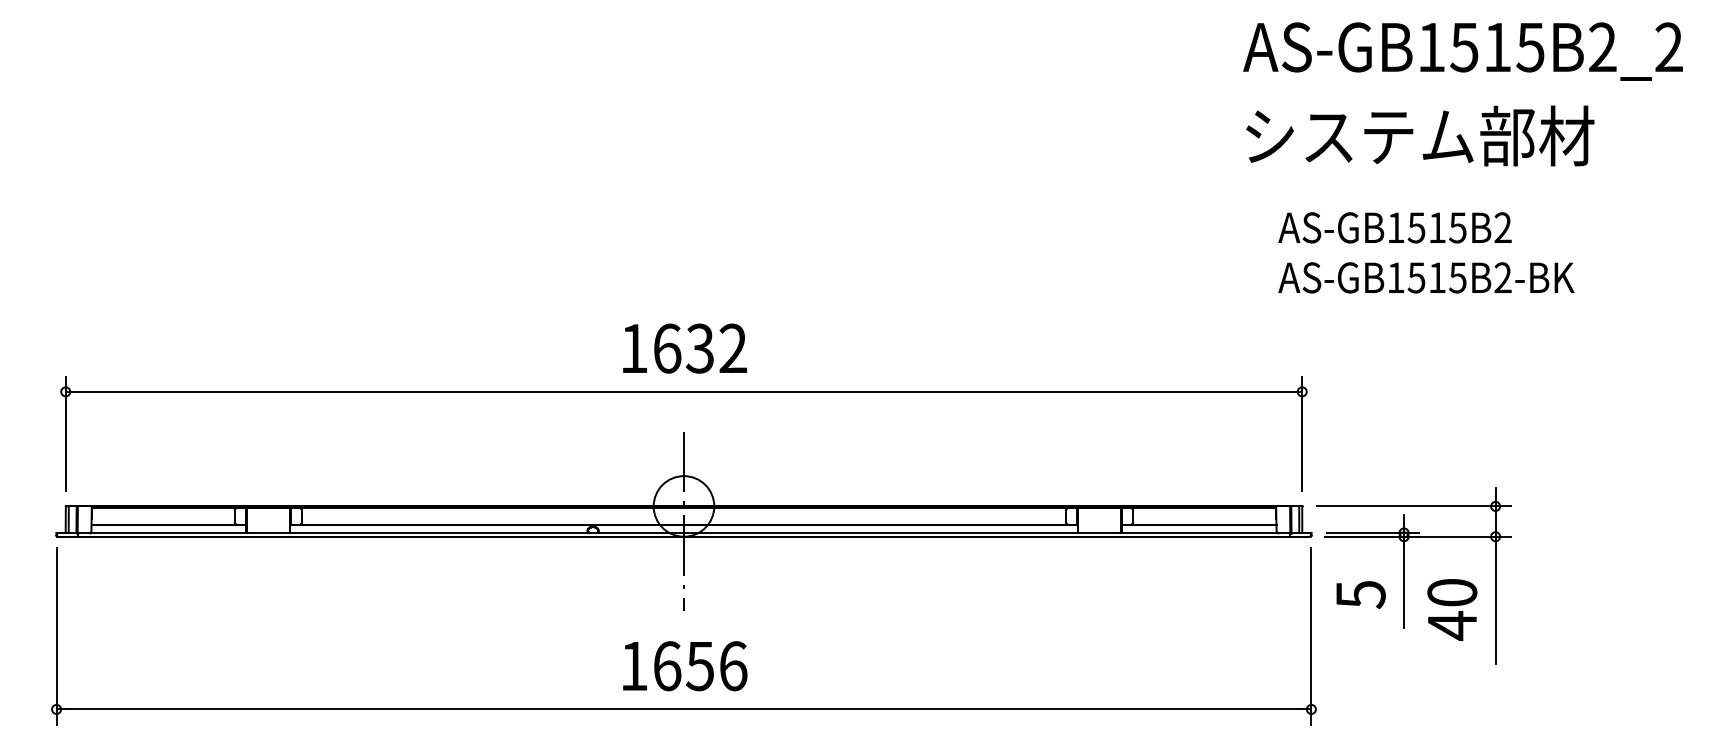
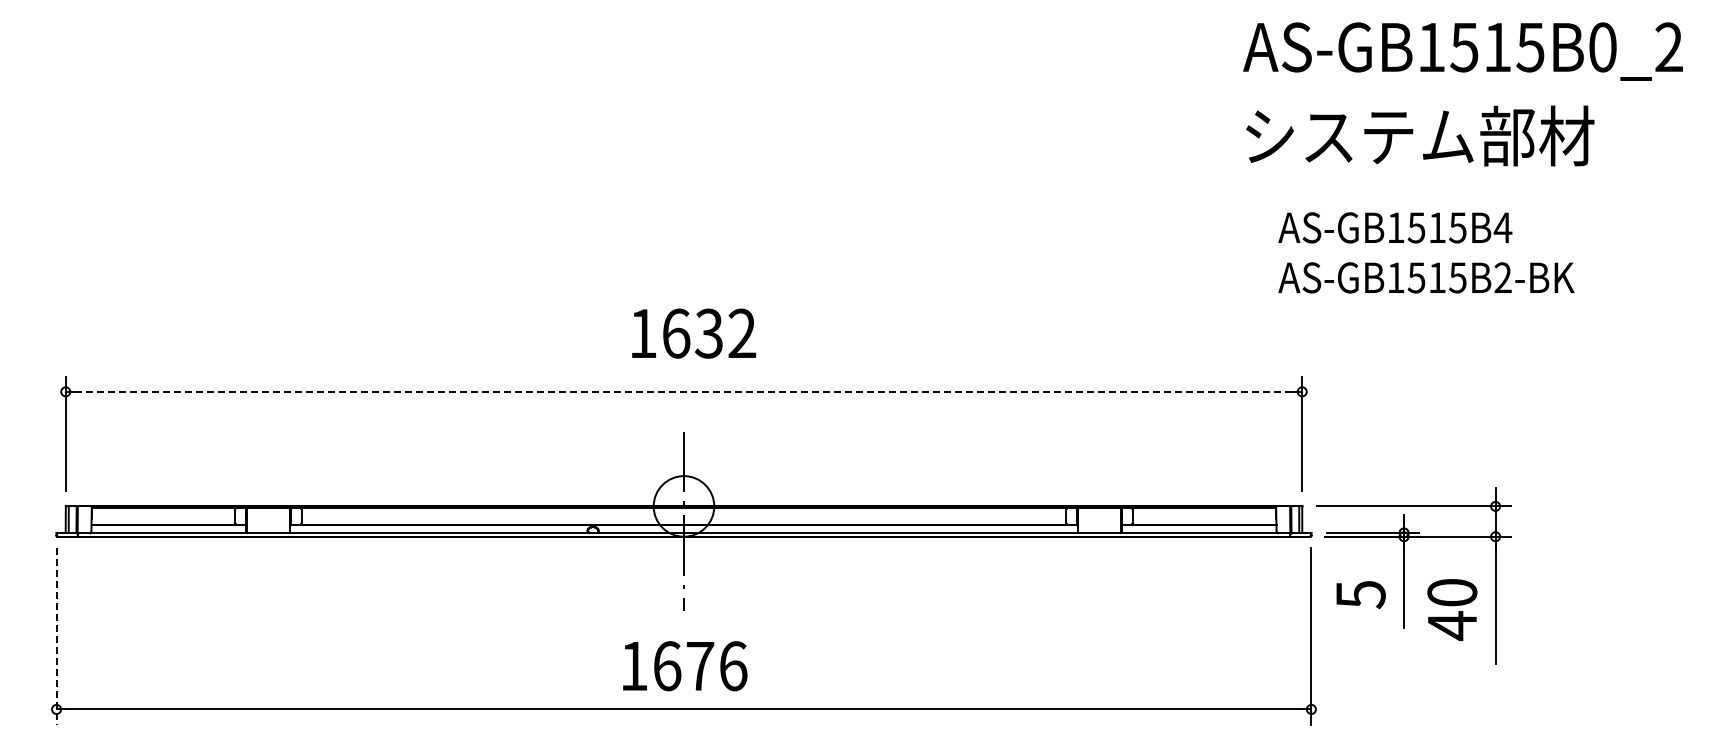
text at (1602, 47): AS-GB1515B2_2 -> AS-GB1515B0_2
text at (1502, 227): AS-GB1515B2 -> AS-GB1515B4
text at (684, 348) position: (684, 348) -> (693, 333)
line at (684, 391): solid -> dashed
line at (56, 636): solid -> dashed
text at (699, 666): 1656 -> 1676
